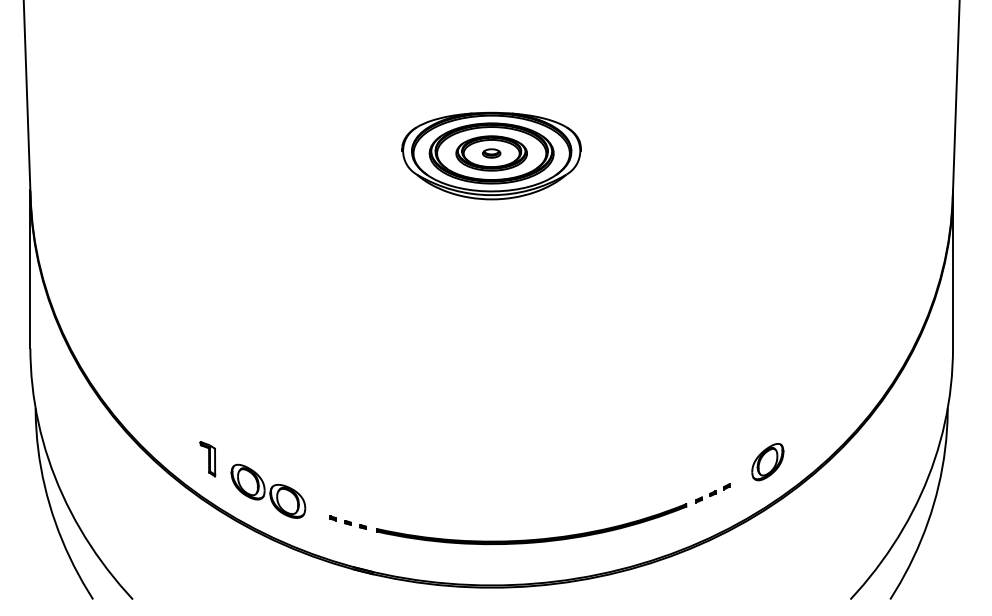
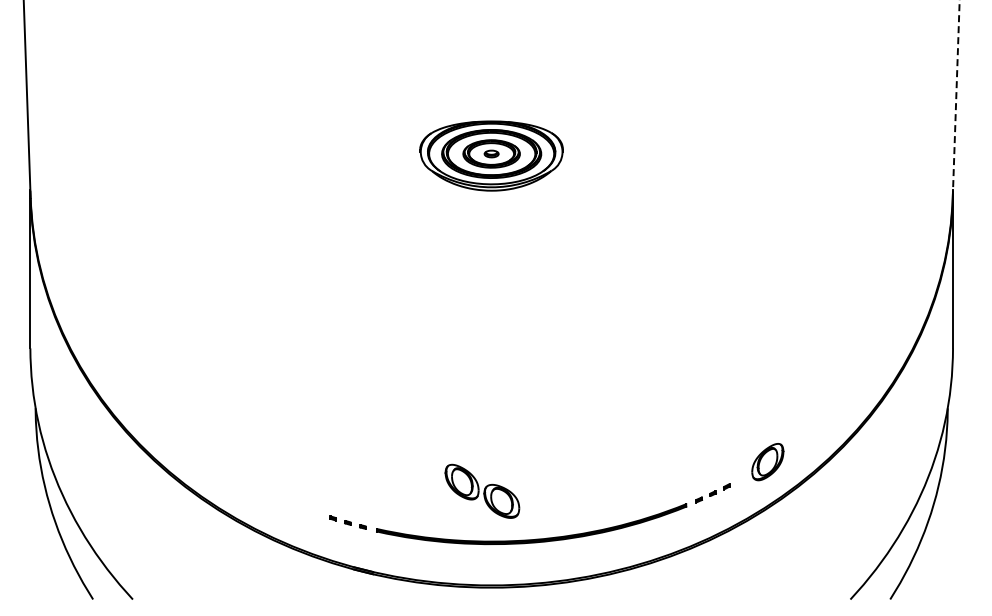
line at (956, 99): solid -> dashed
part at (491, 155) size: 181x90 px -> 145x72 px
part at (207, 459): present -> none
part at (268, 490) position: (268, 490) -> (482, 490)
